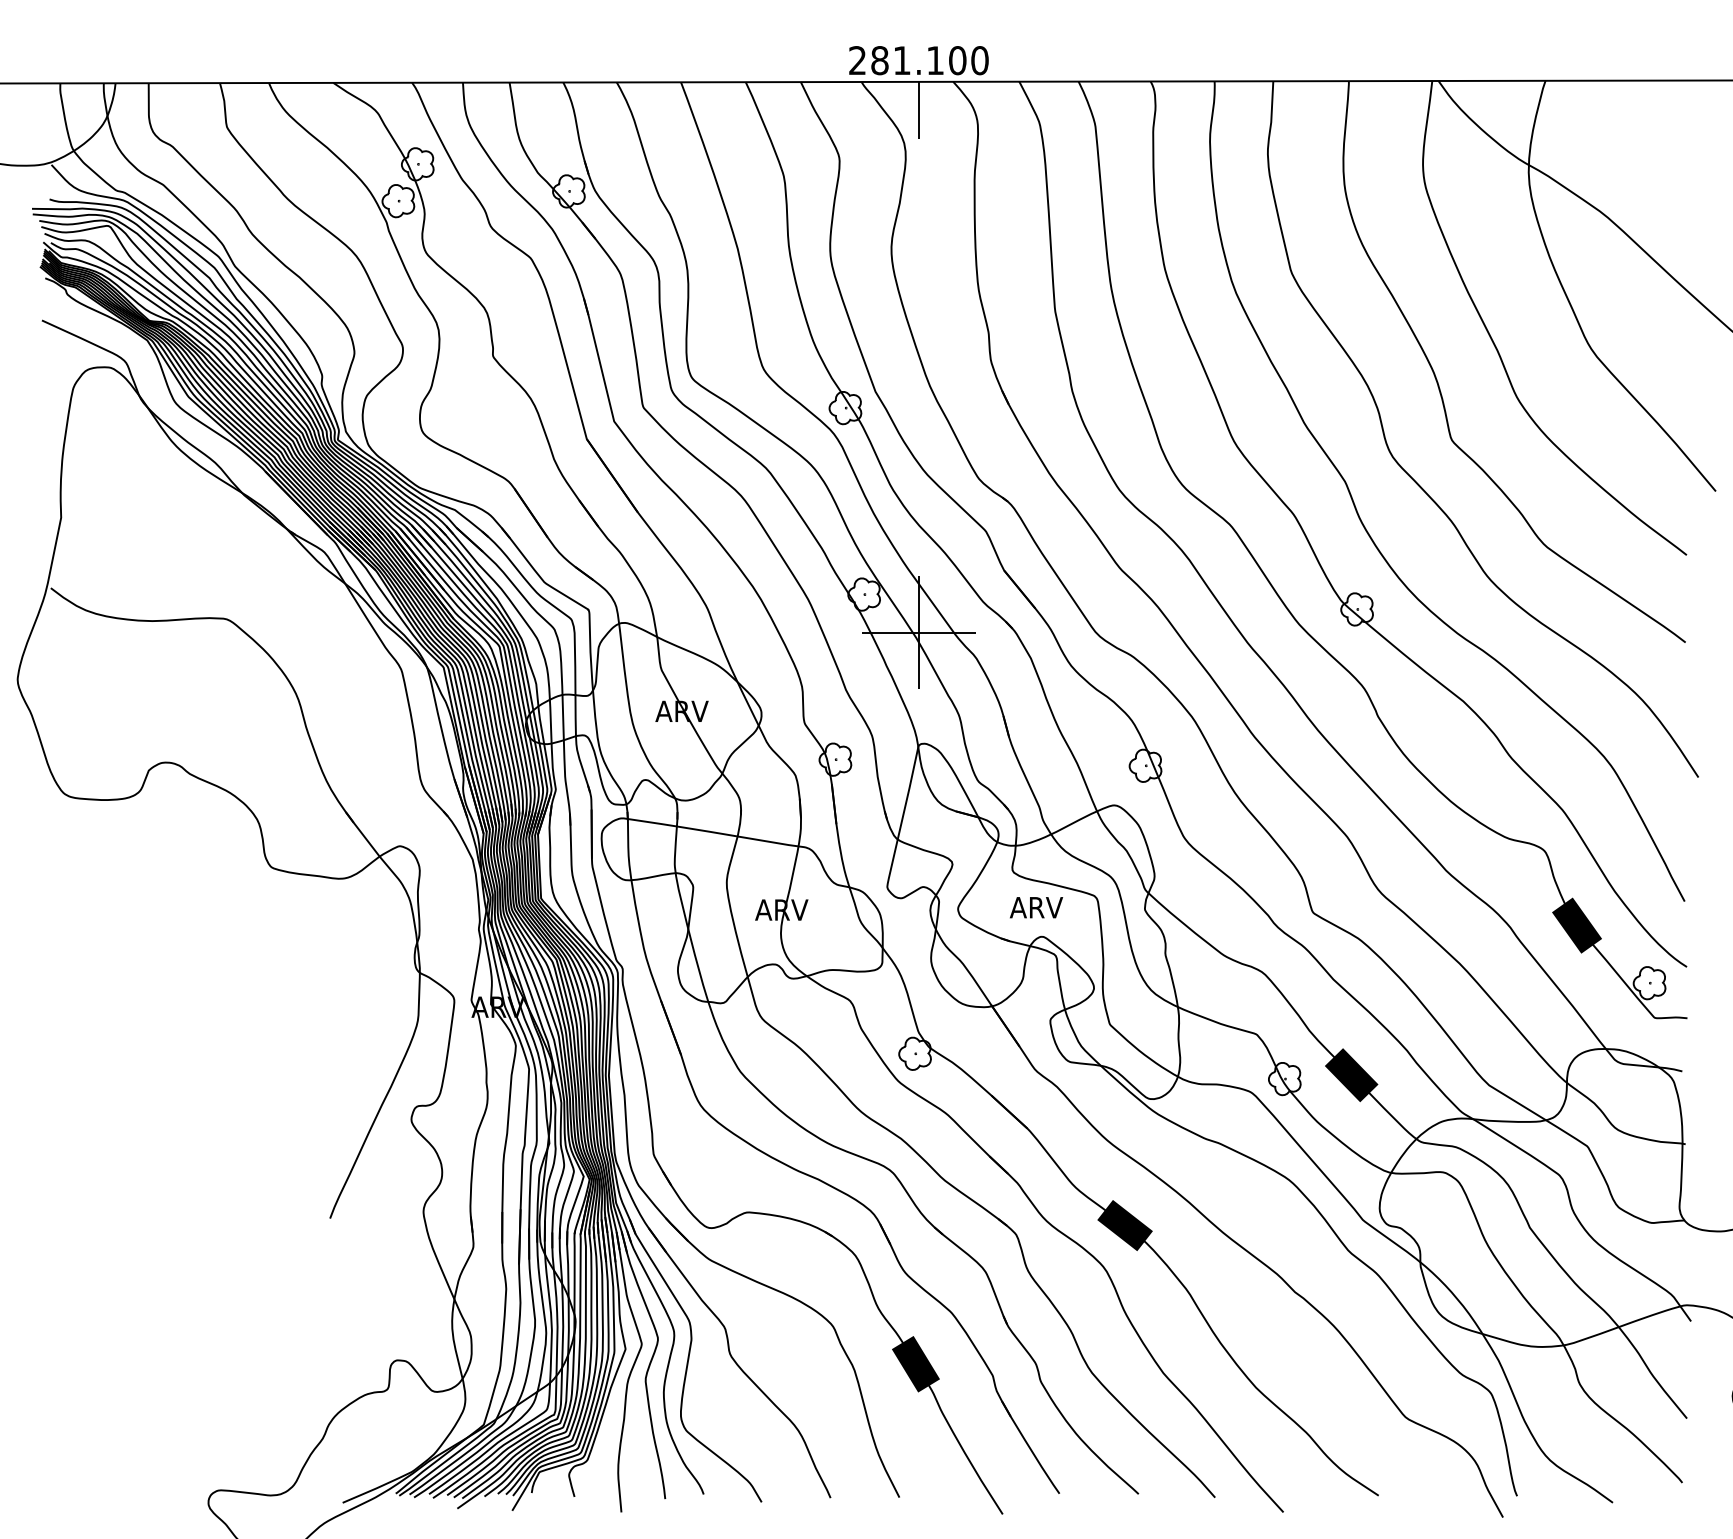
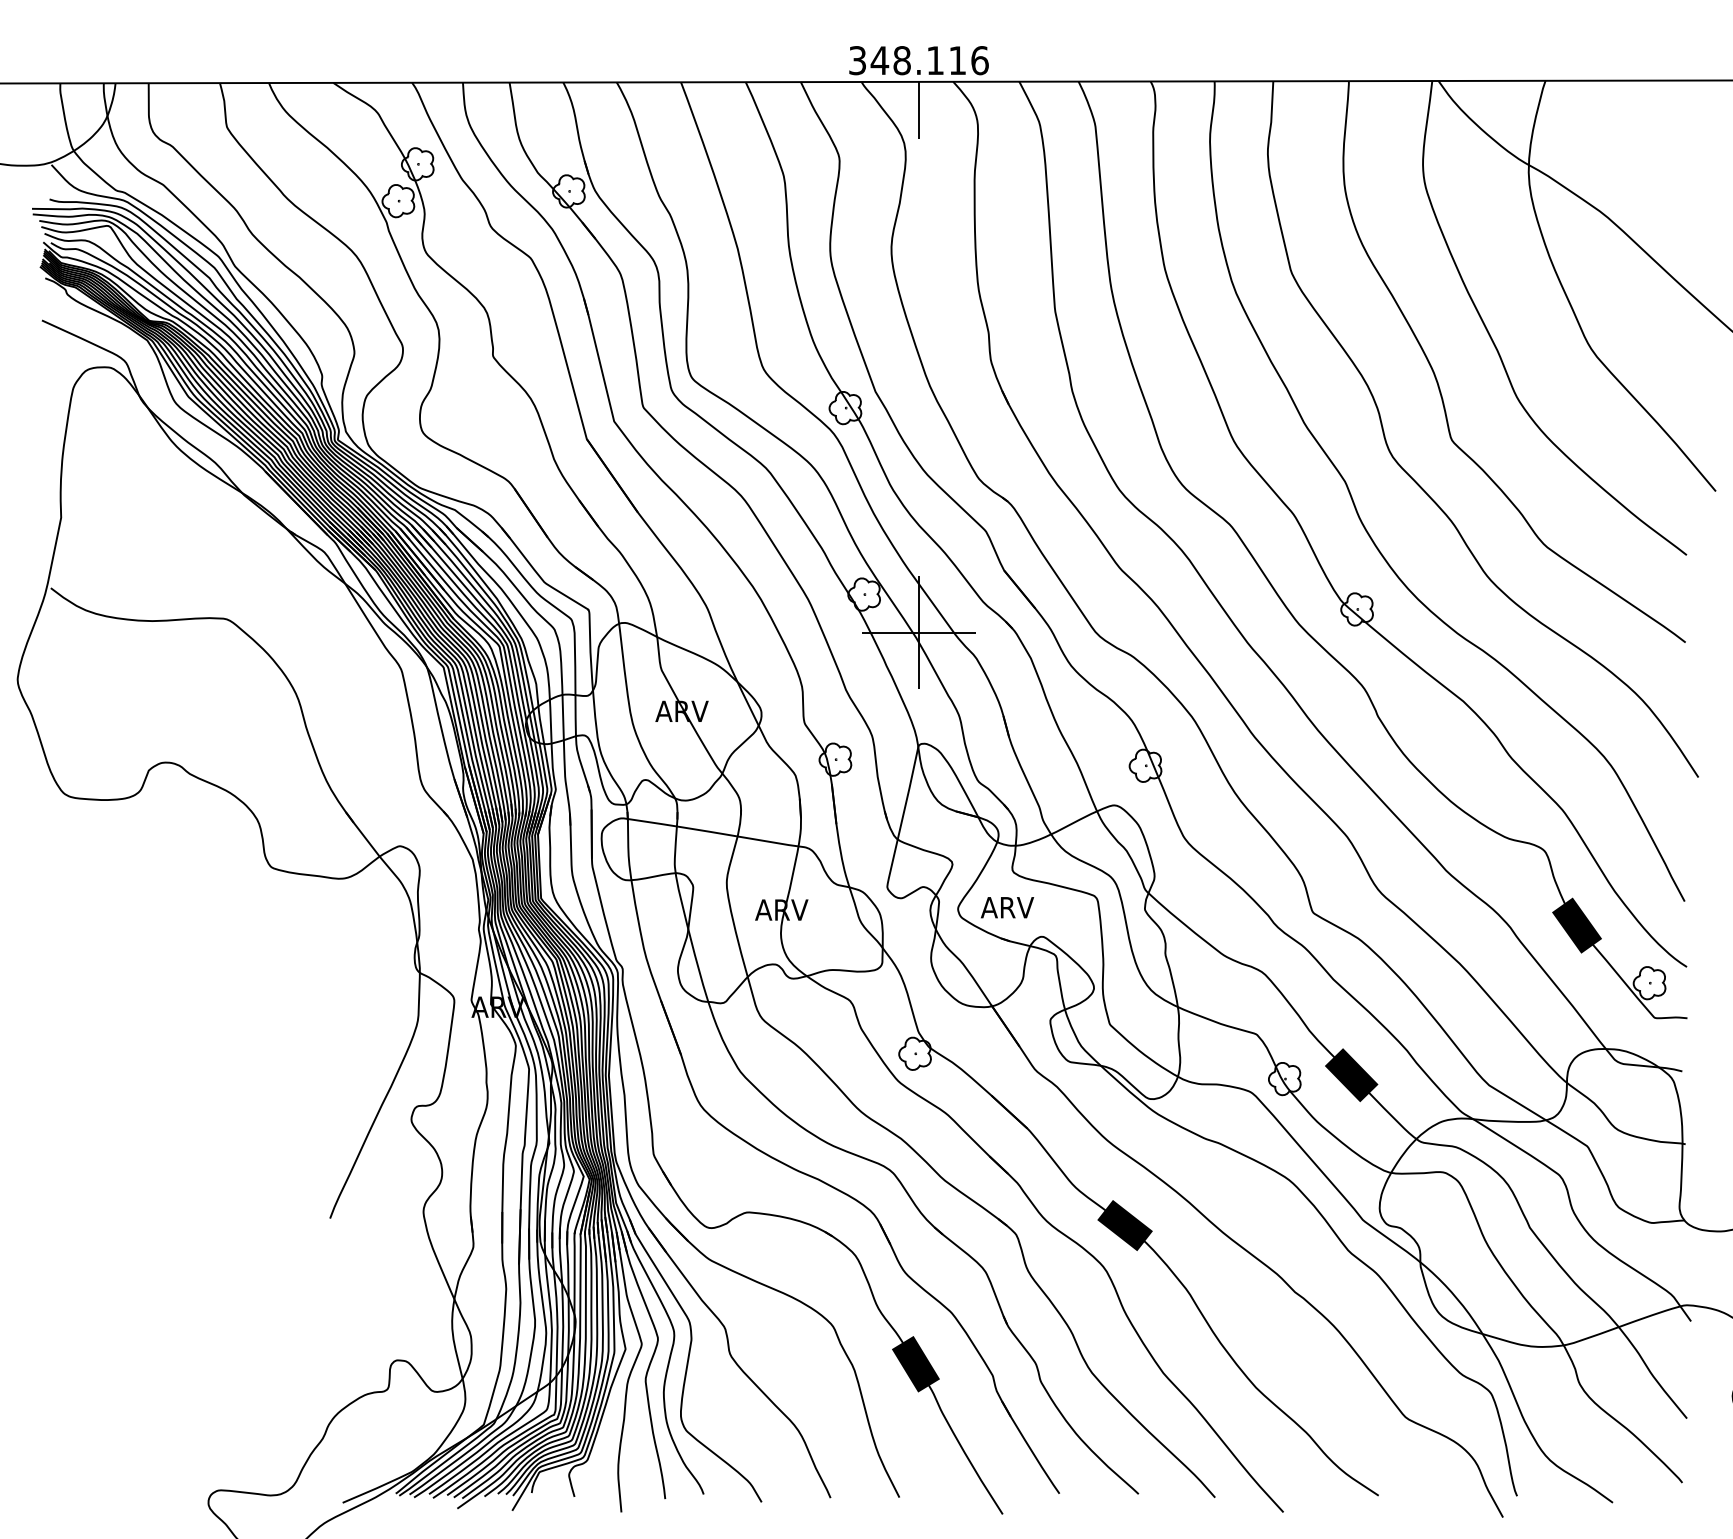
text at (918, 60): 281.100 -> 348.116
text at (1036, 907) position: (1036, 907) -> (1007, 907)
